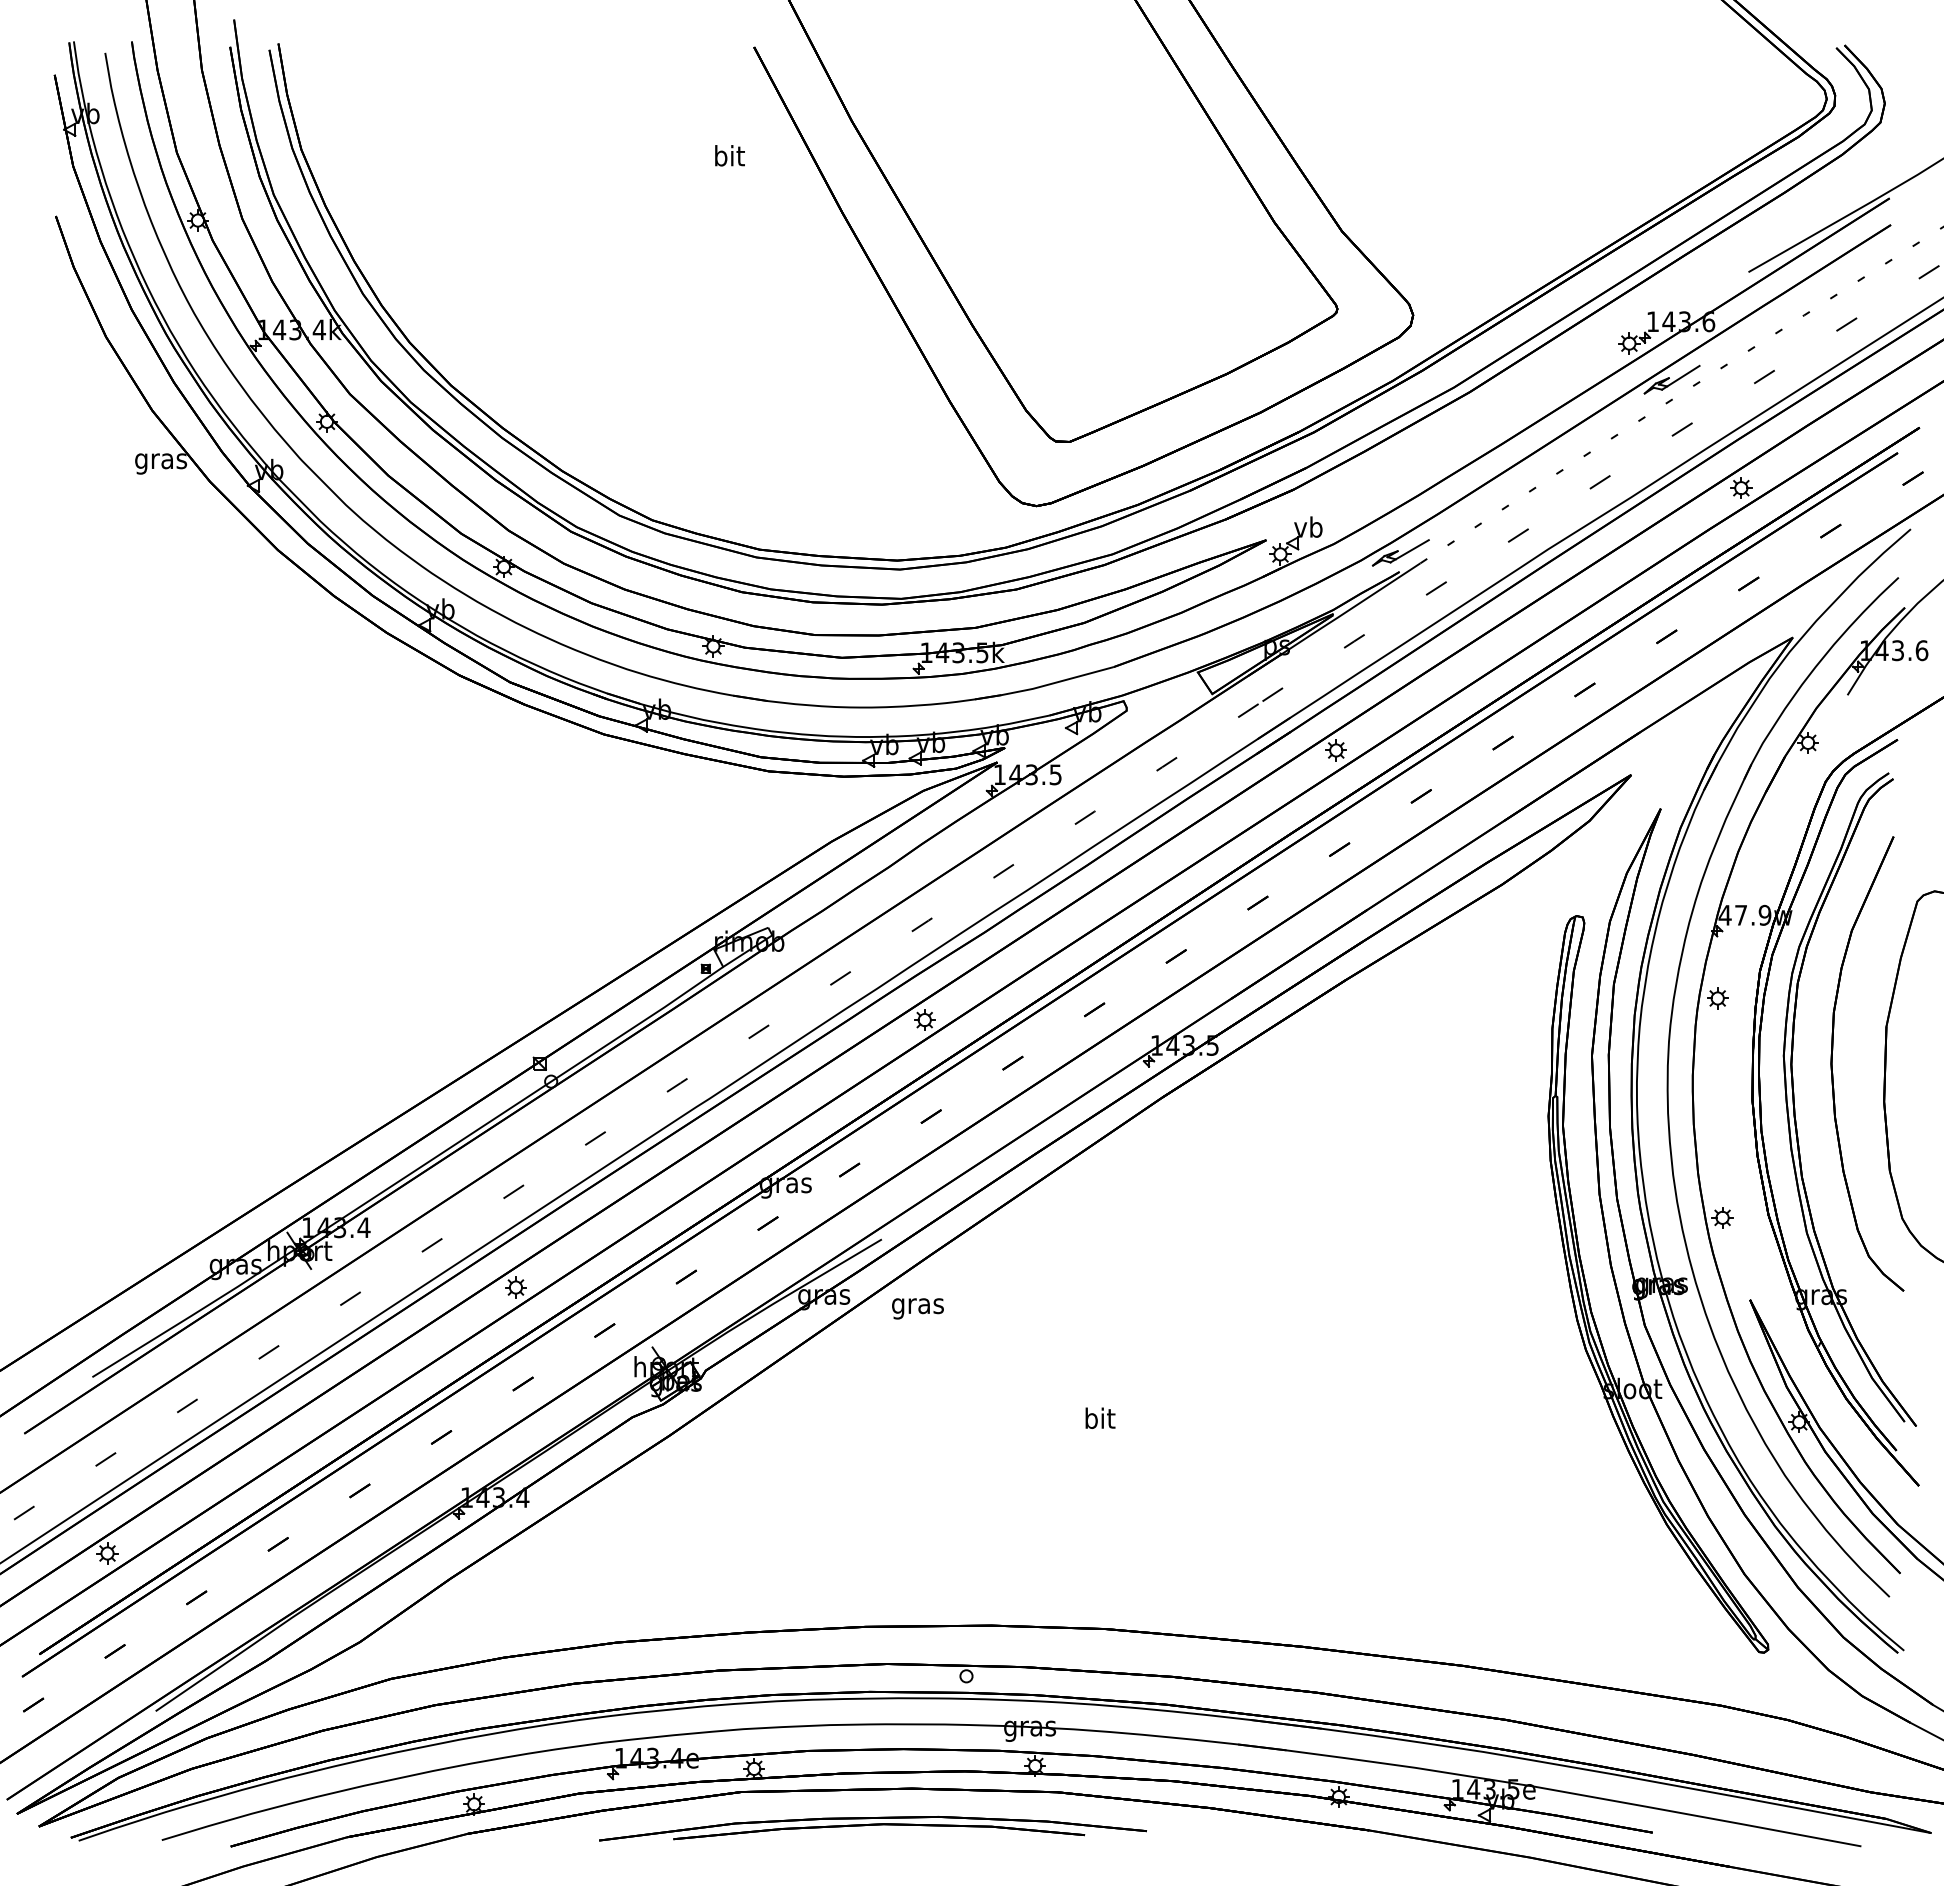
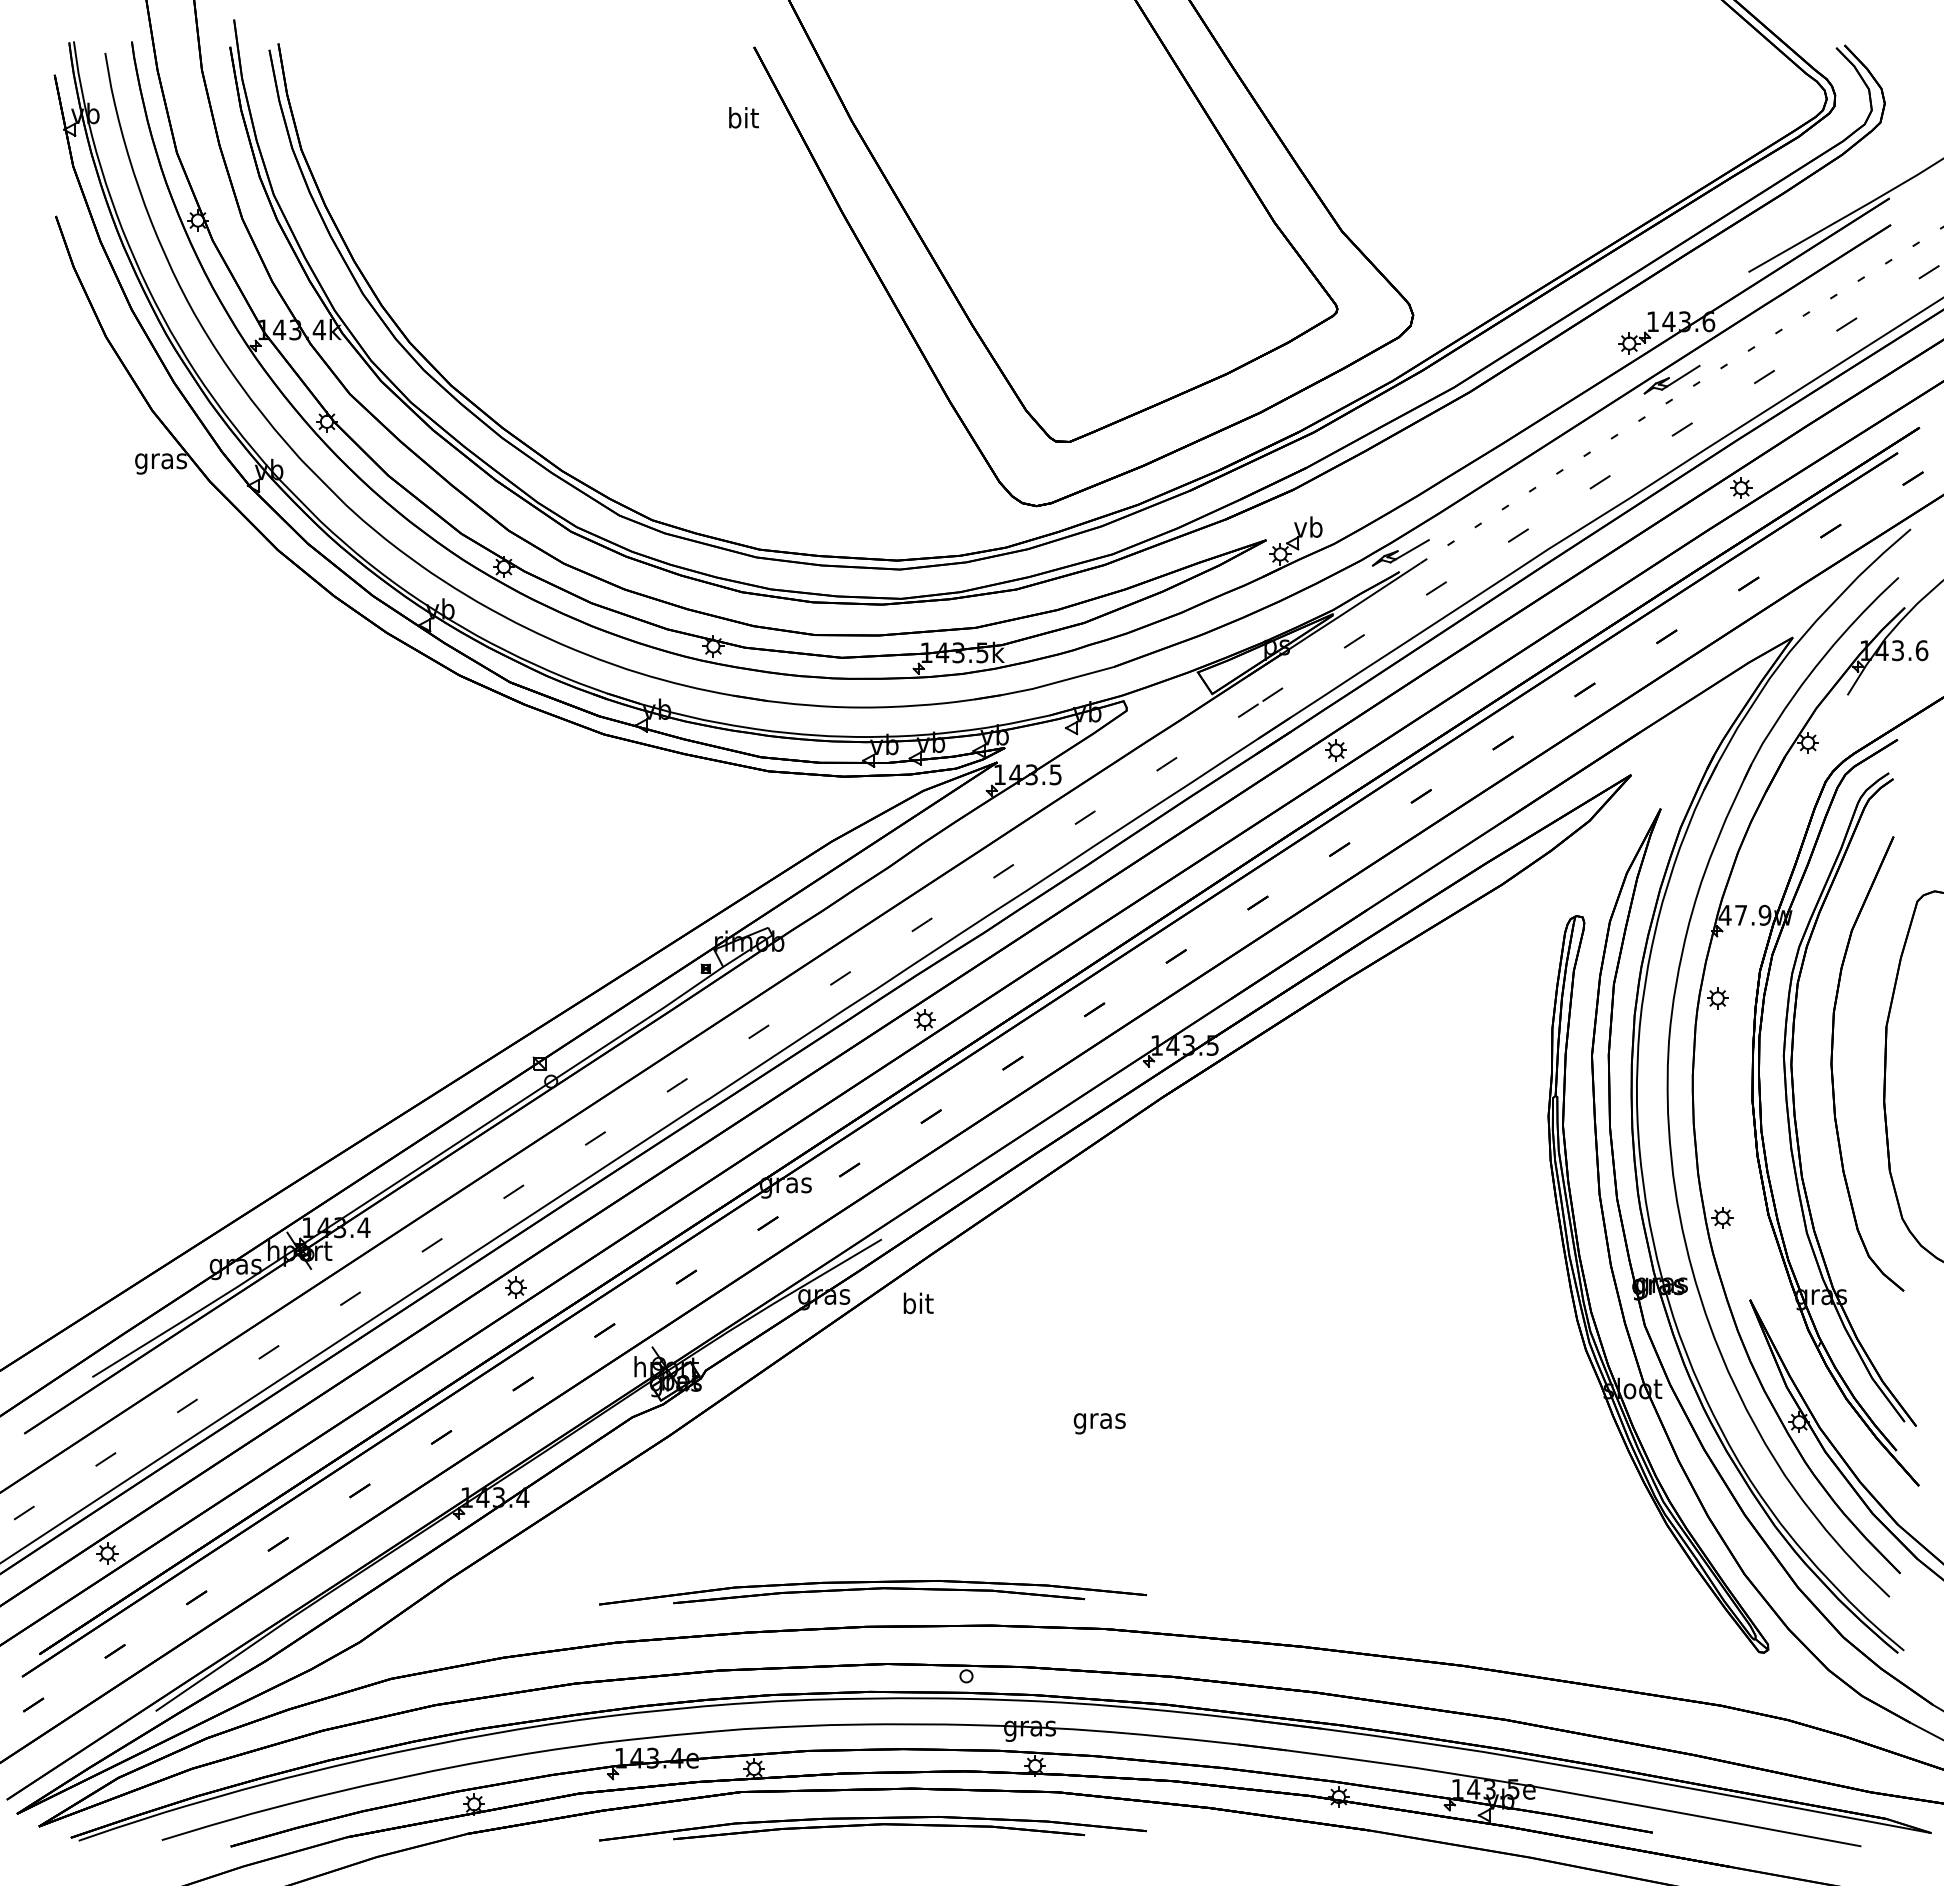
text at (729, 155) position: (729, 155) -> (743, 117)
text at (917, 1305): gras -> bit
text at (1099, 1420): bit -> gras
part at (872, 1592): none -> present
